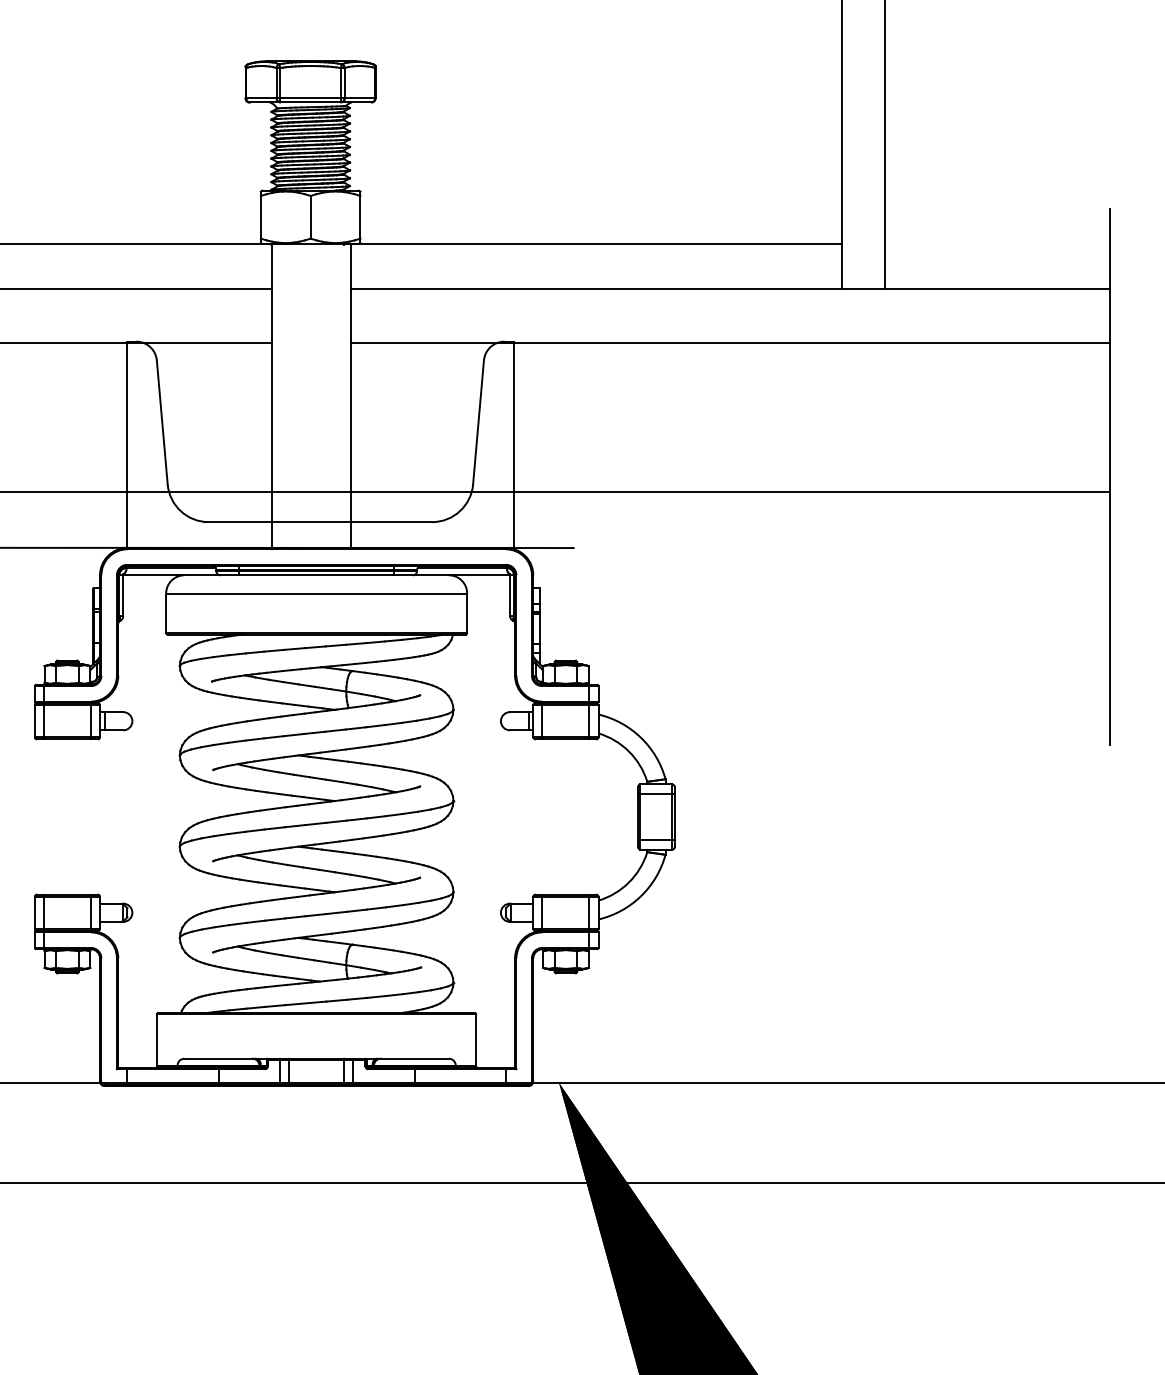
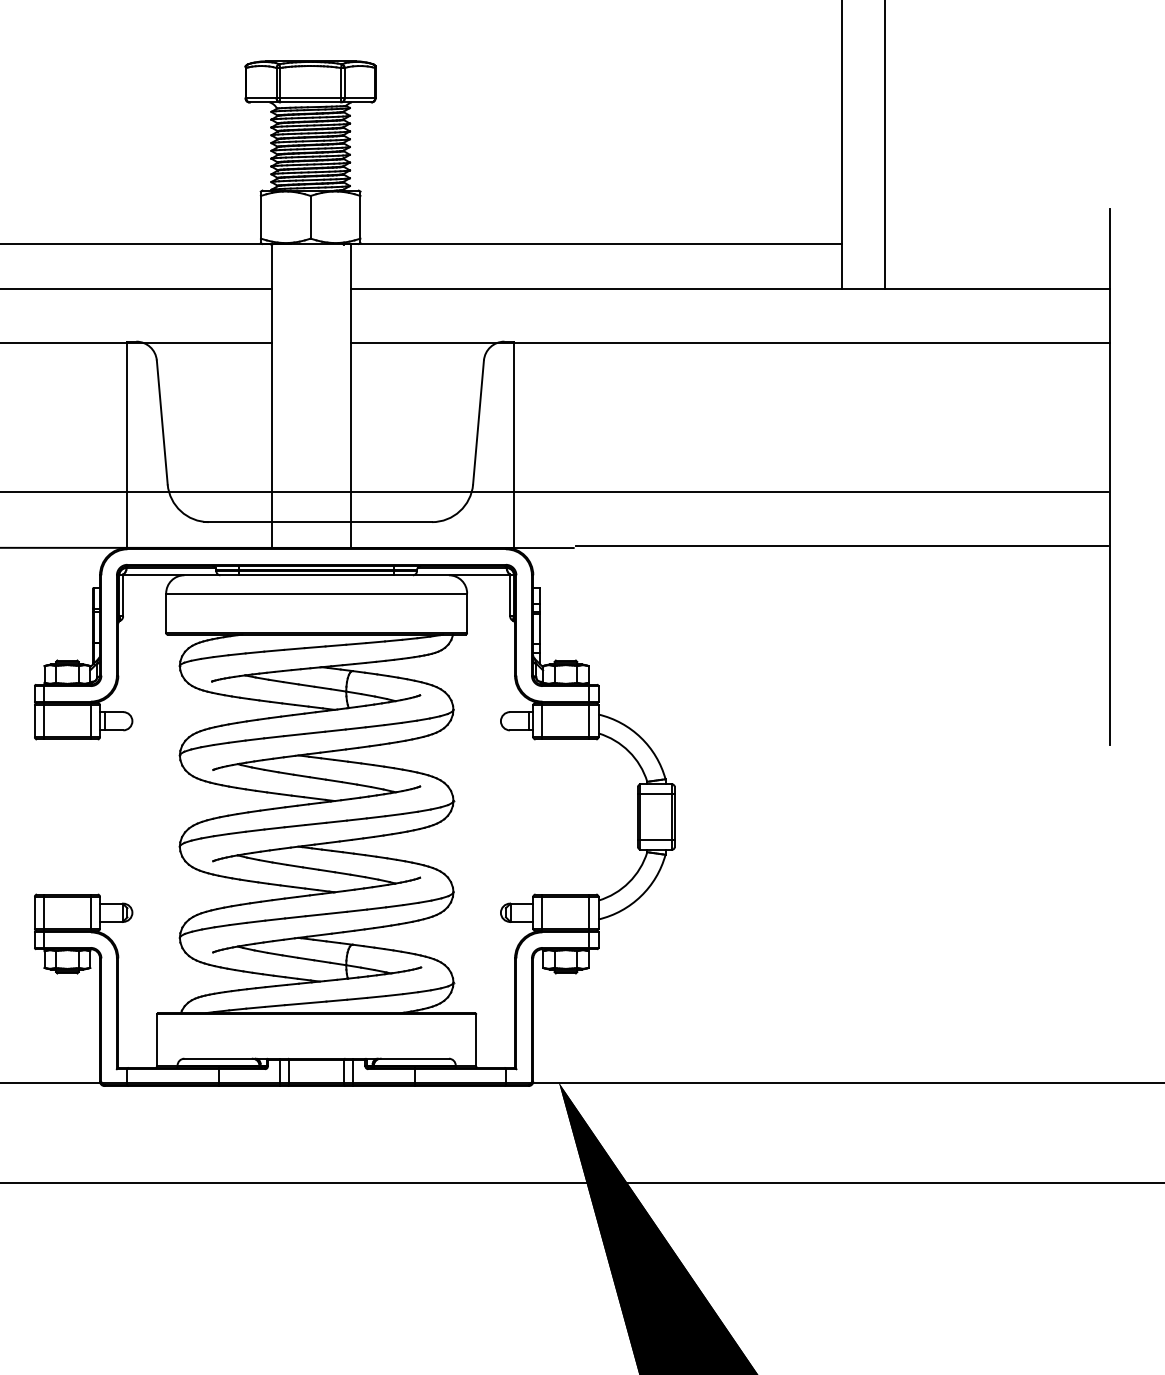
line at (841, 545): none -> present
